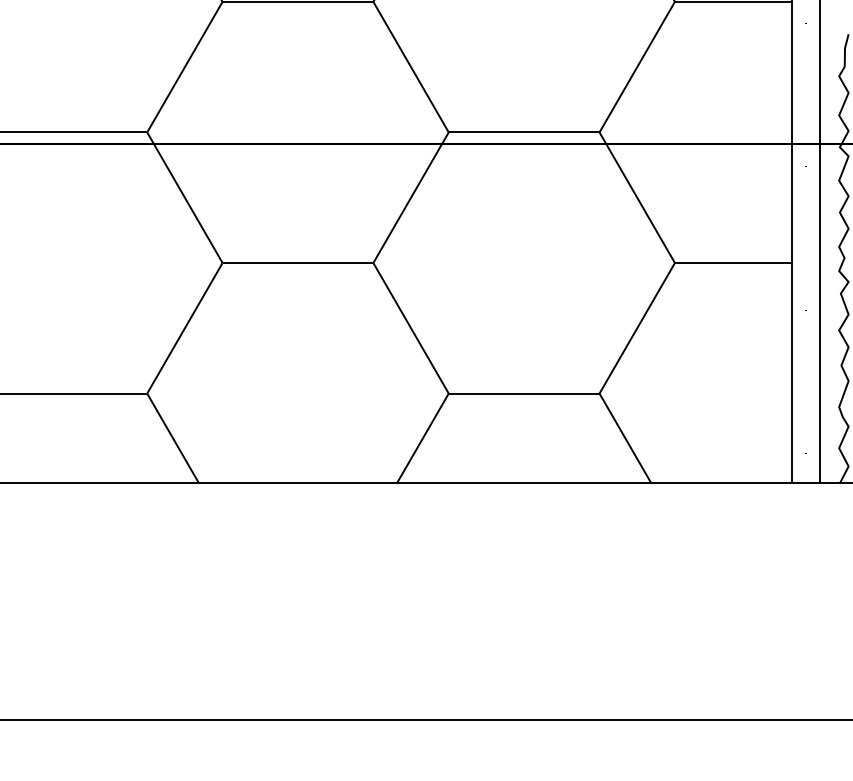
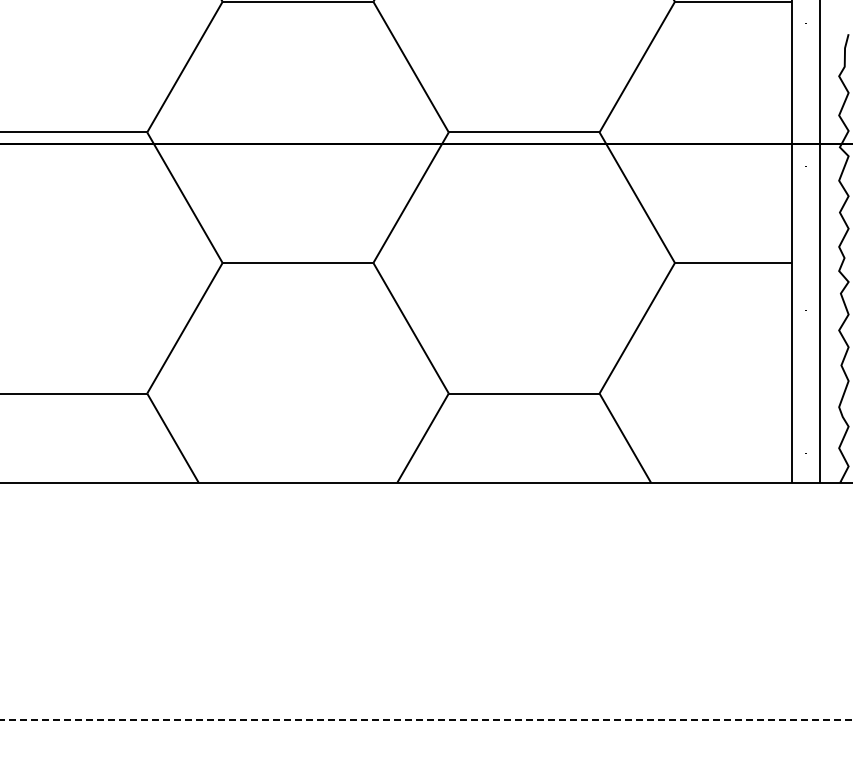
line at (426, 720): solid -> dashed
